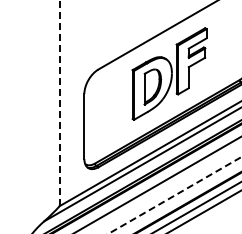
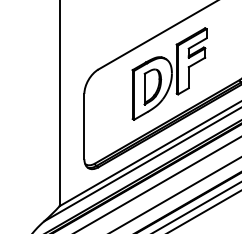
line at (59, 103): dashed -> solid
line at (174, 195): dashed -> solid
